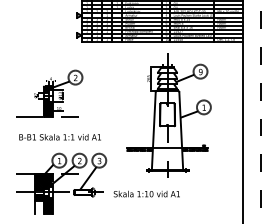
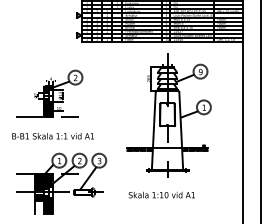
line at (260, 112): dashed -> solid
text at (59, 137) position: (59, 137) -> (52, 136)
text at (146, 193) position: (146, 193) -> (161, 194)
